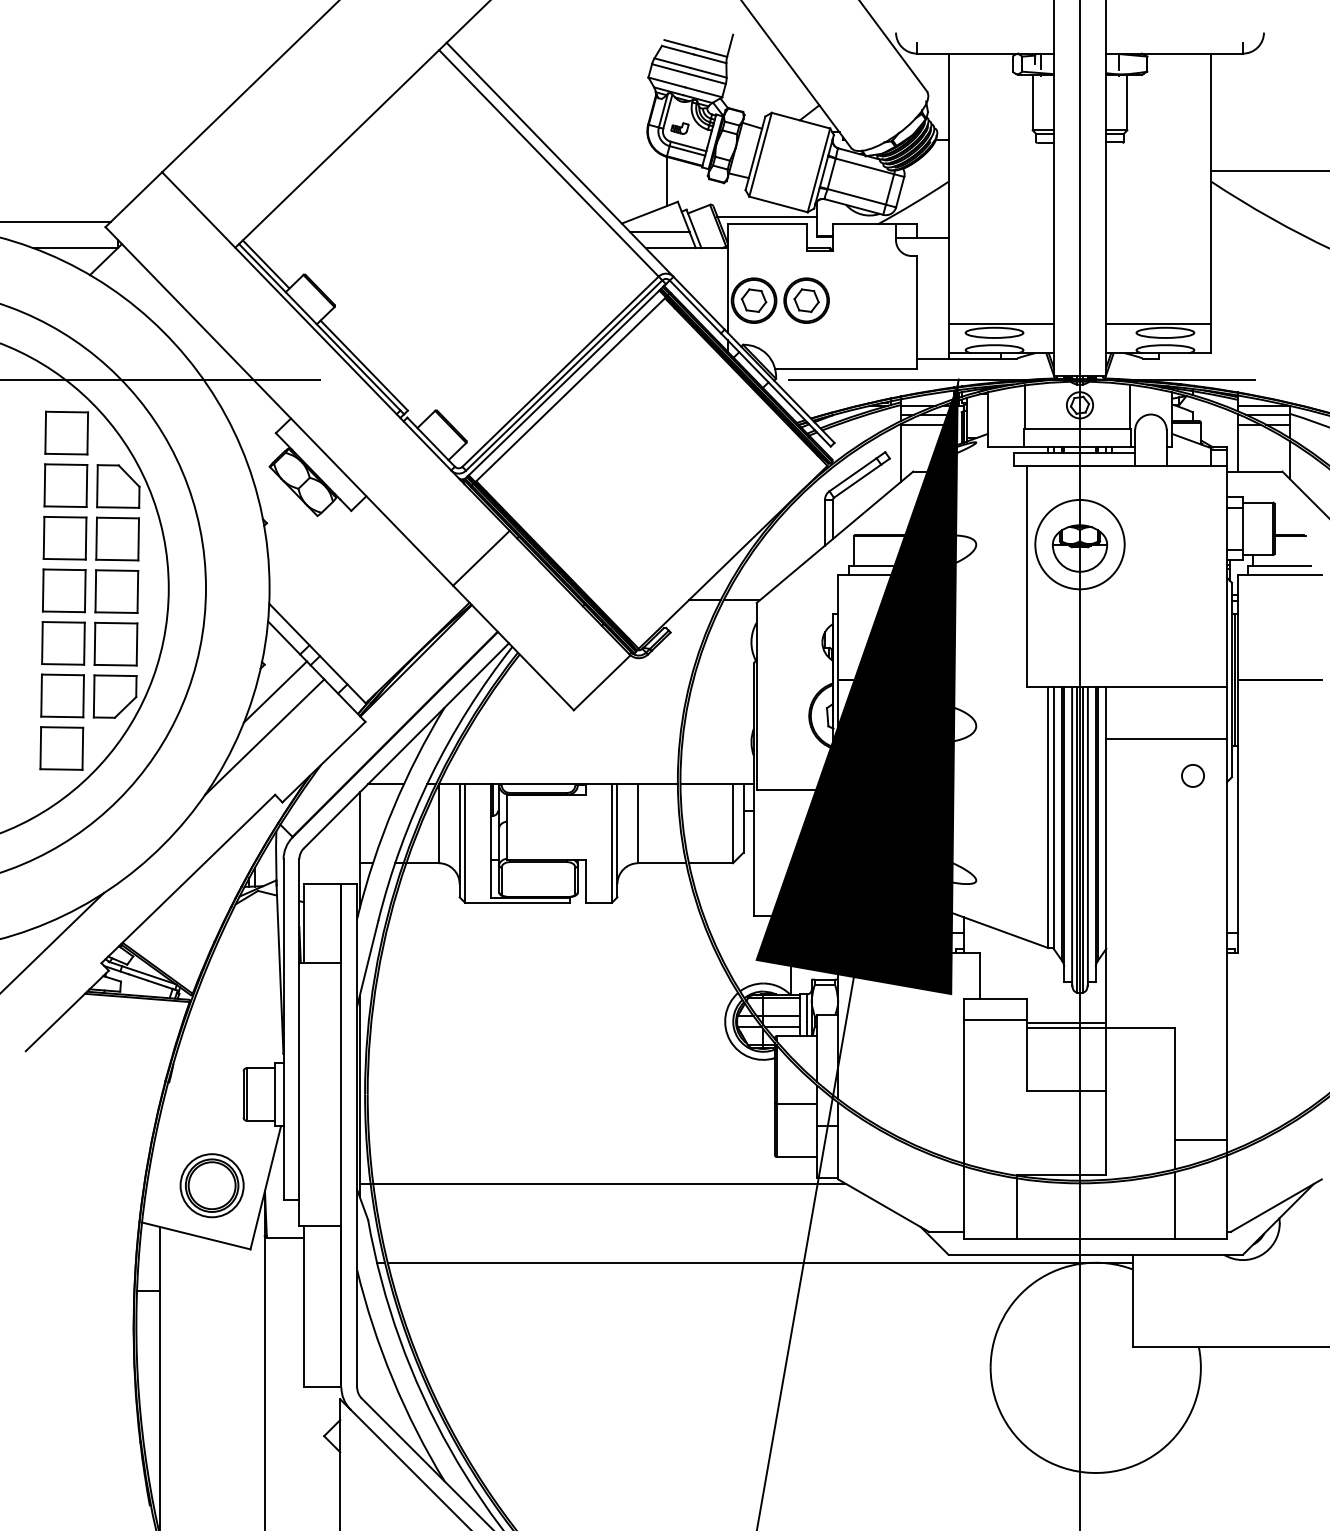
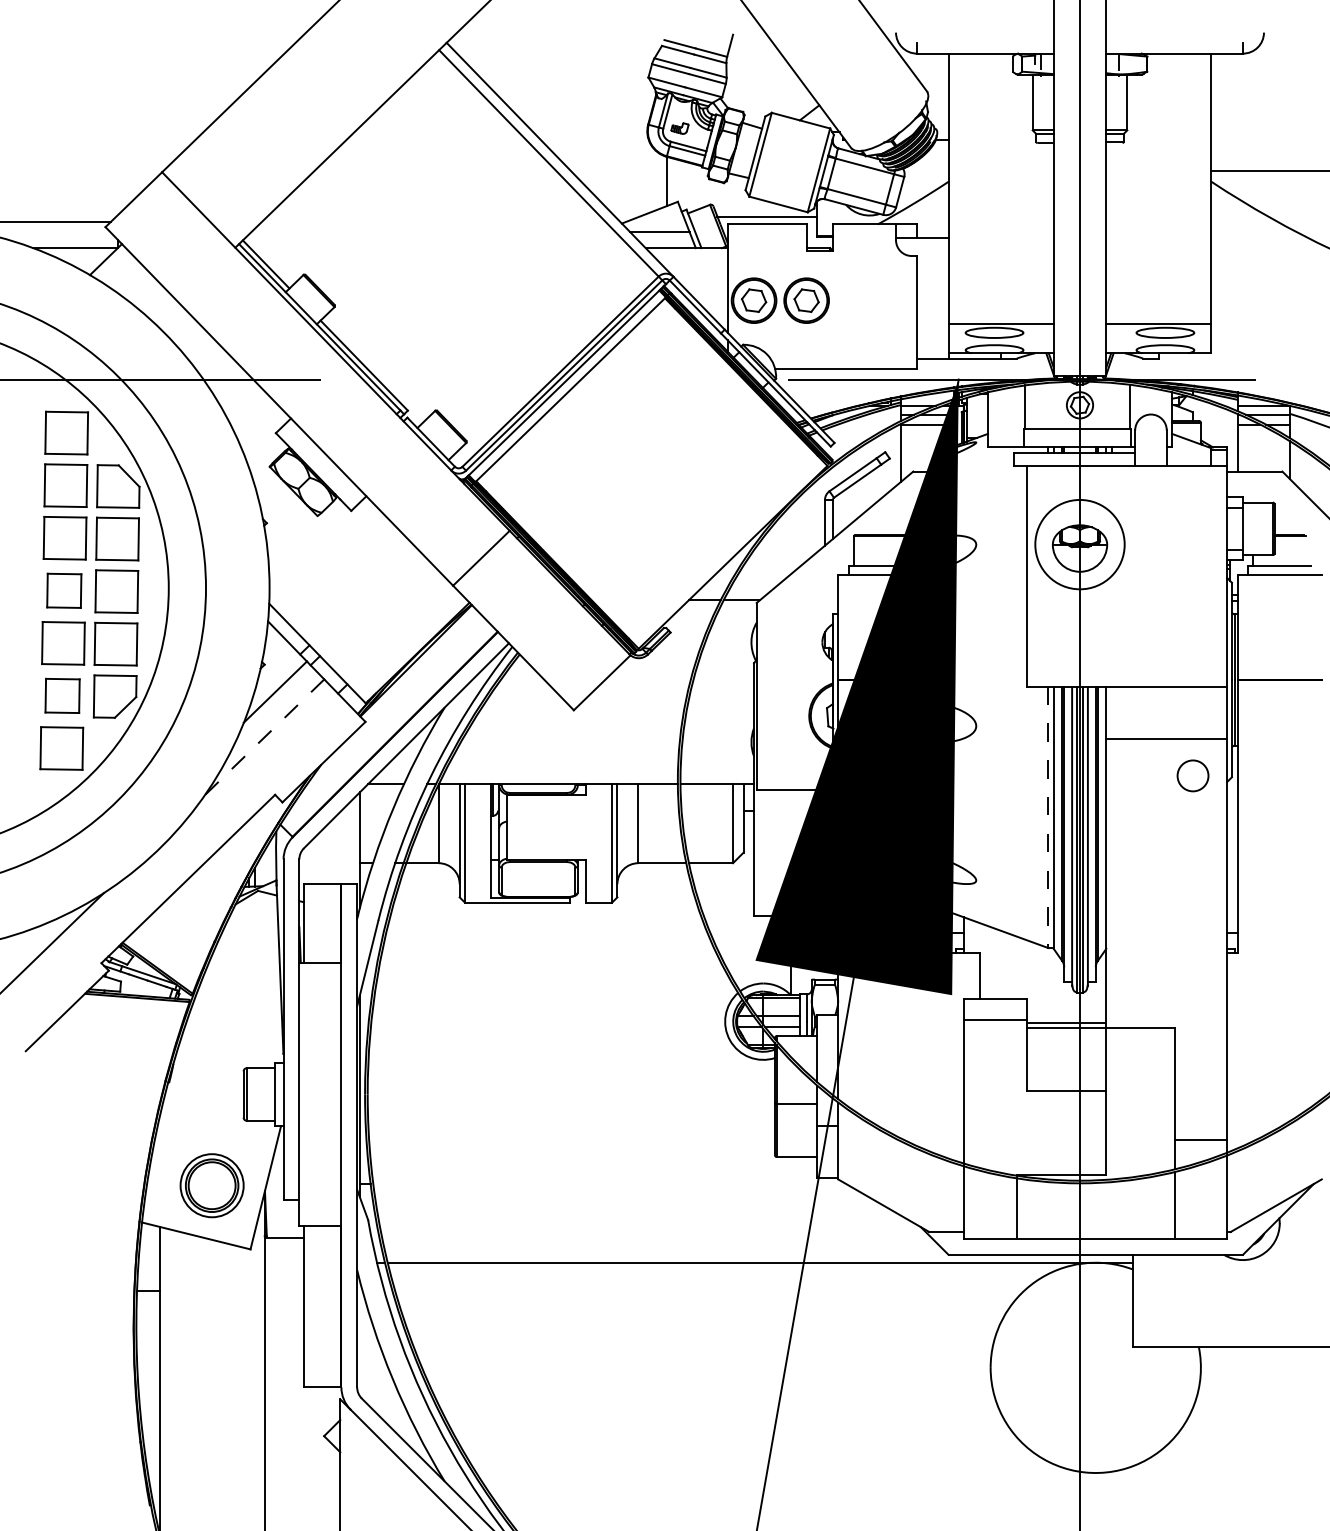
part at (64, 590) size: 45x46 px -> 37x37 px
part at (62, 695) size: 45x46 px -> 37x37 px
line at (264, 737): solid -> dashed
circle at (1192, 775) size: 24x24 px -> 34x34 px
line at (1048, 817): solid -> dashed
line at (609, 1183): present -> none
